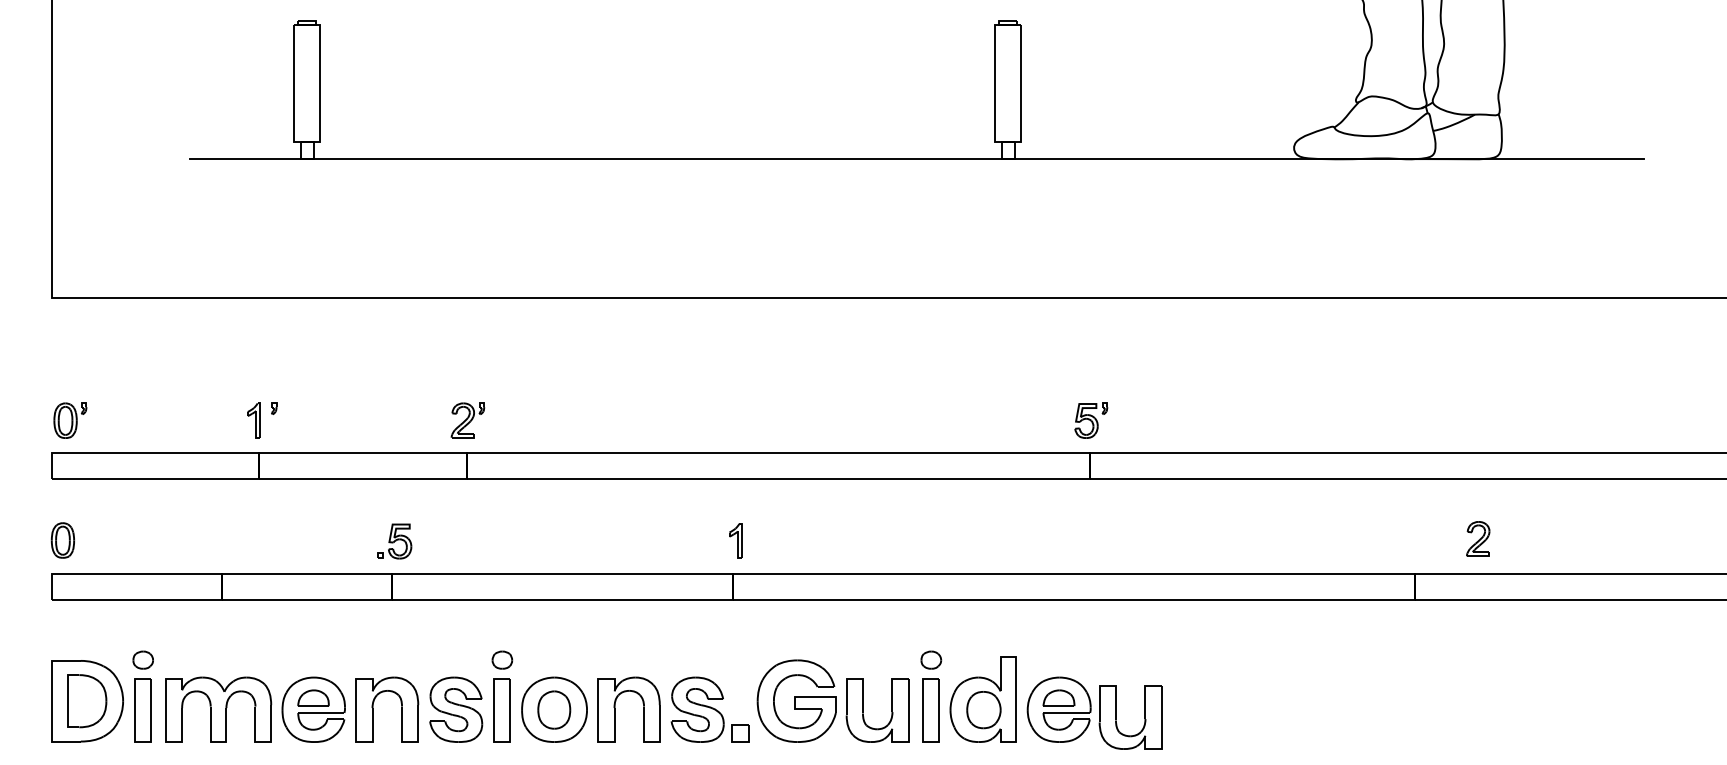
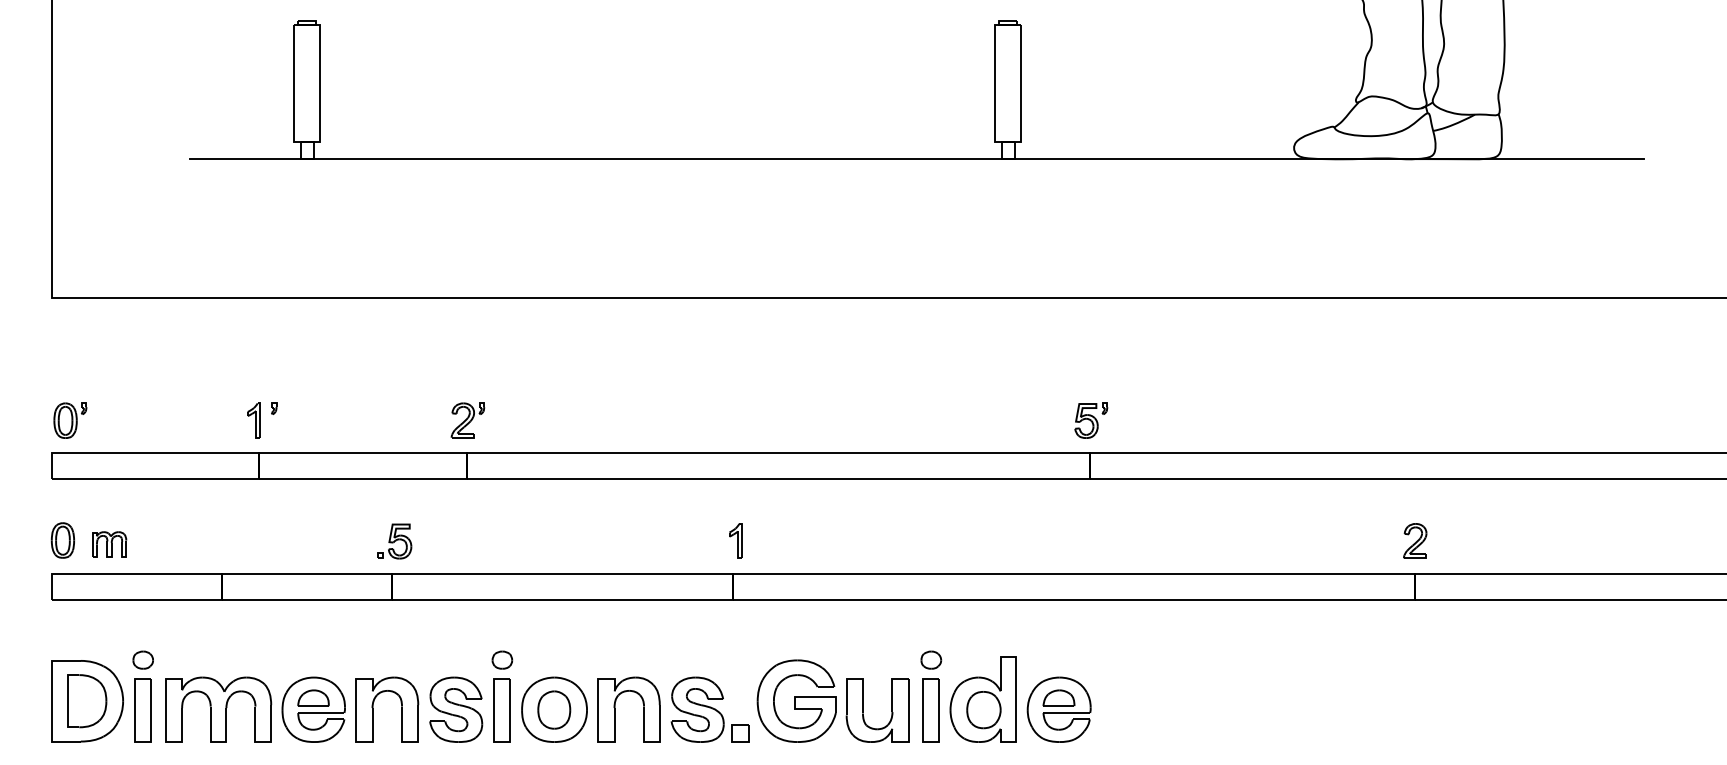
part at (1478, 538) position: (1478, 538) -> (1415, 540)
part at (109, 544): none -> present
part at (1116, 717): present -> none
